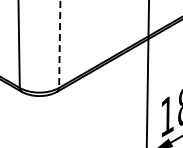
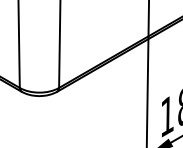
line at (59, 44): dashed -> solid
